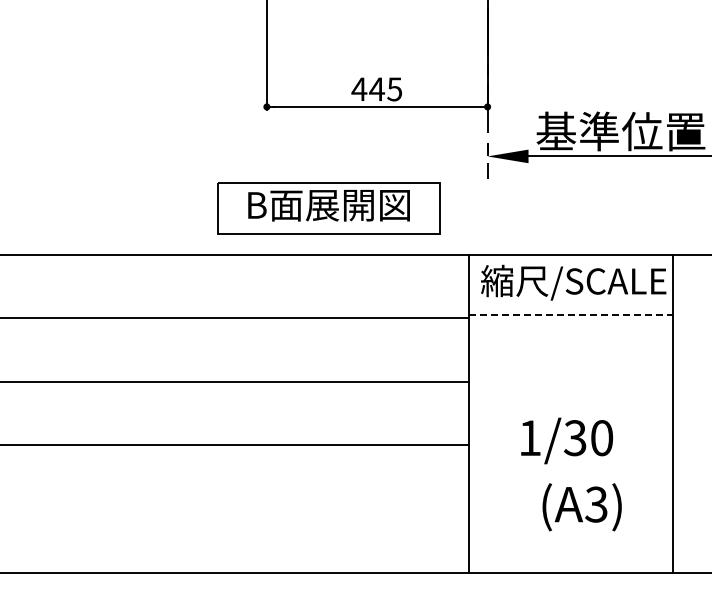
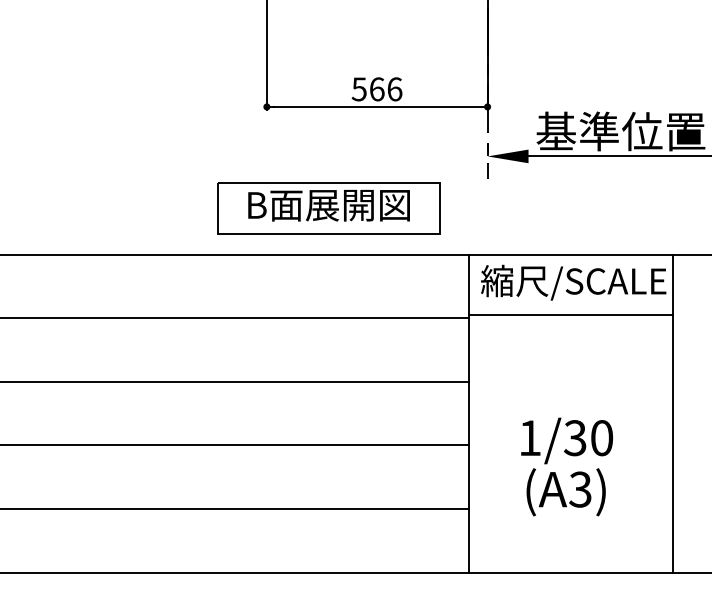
text at (376, 89): 445 -> 566
line at (571, 314): dashed -> solid
text at (581, 507) position: (581, 507) -> (565, 492)
line at (235, 509): none -> present
